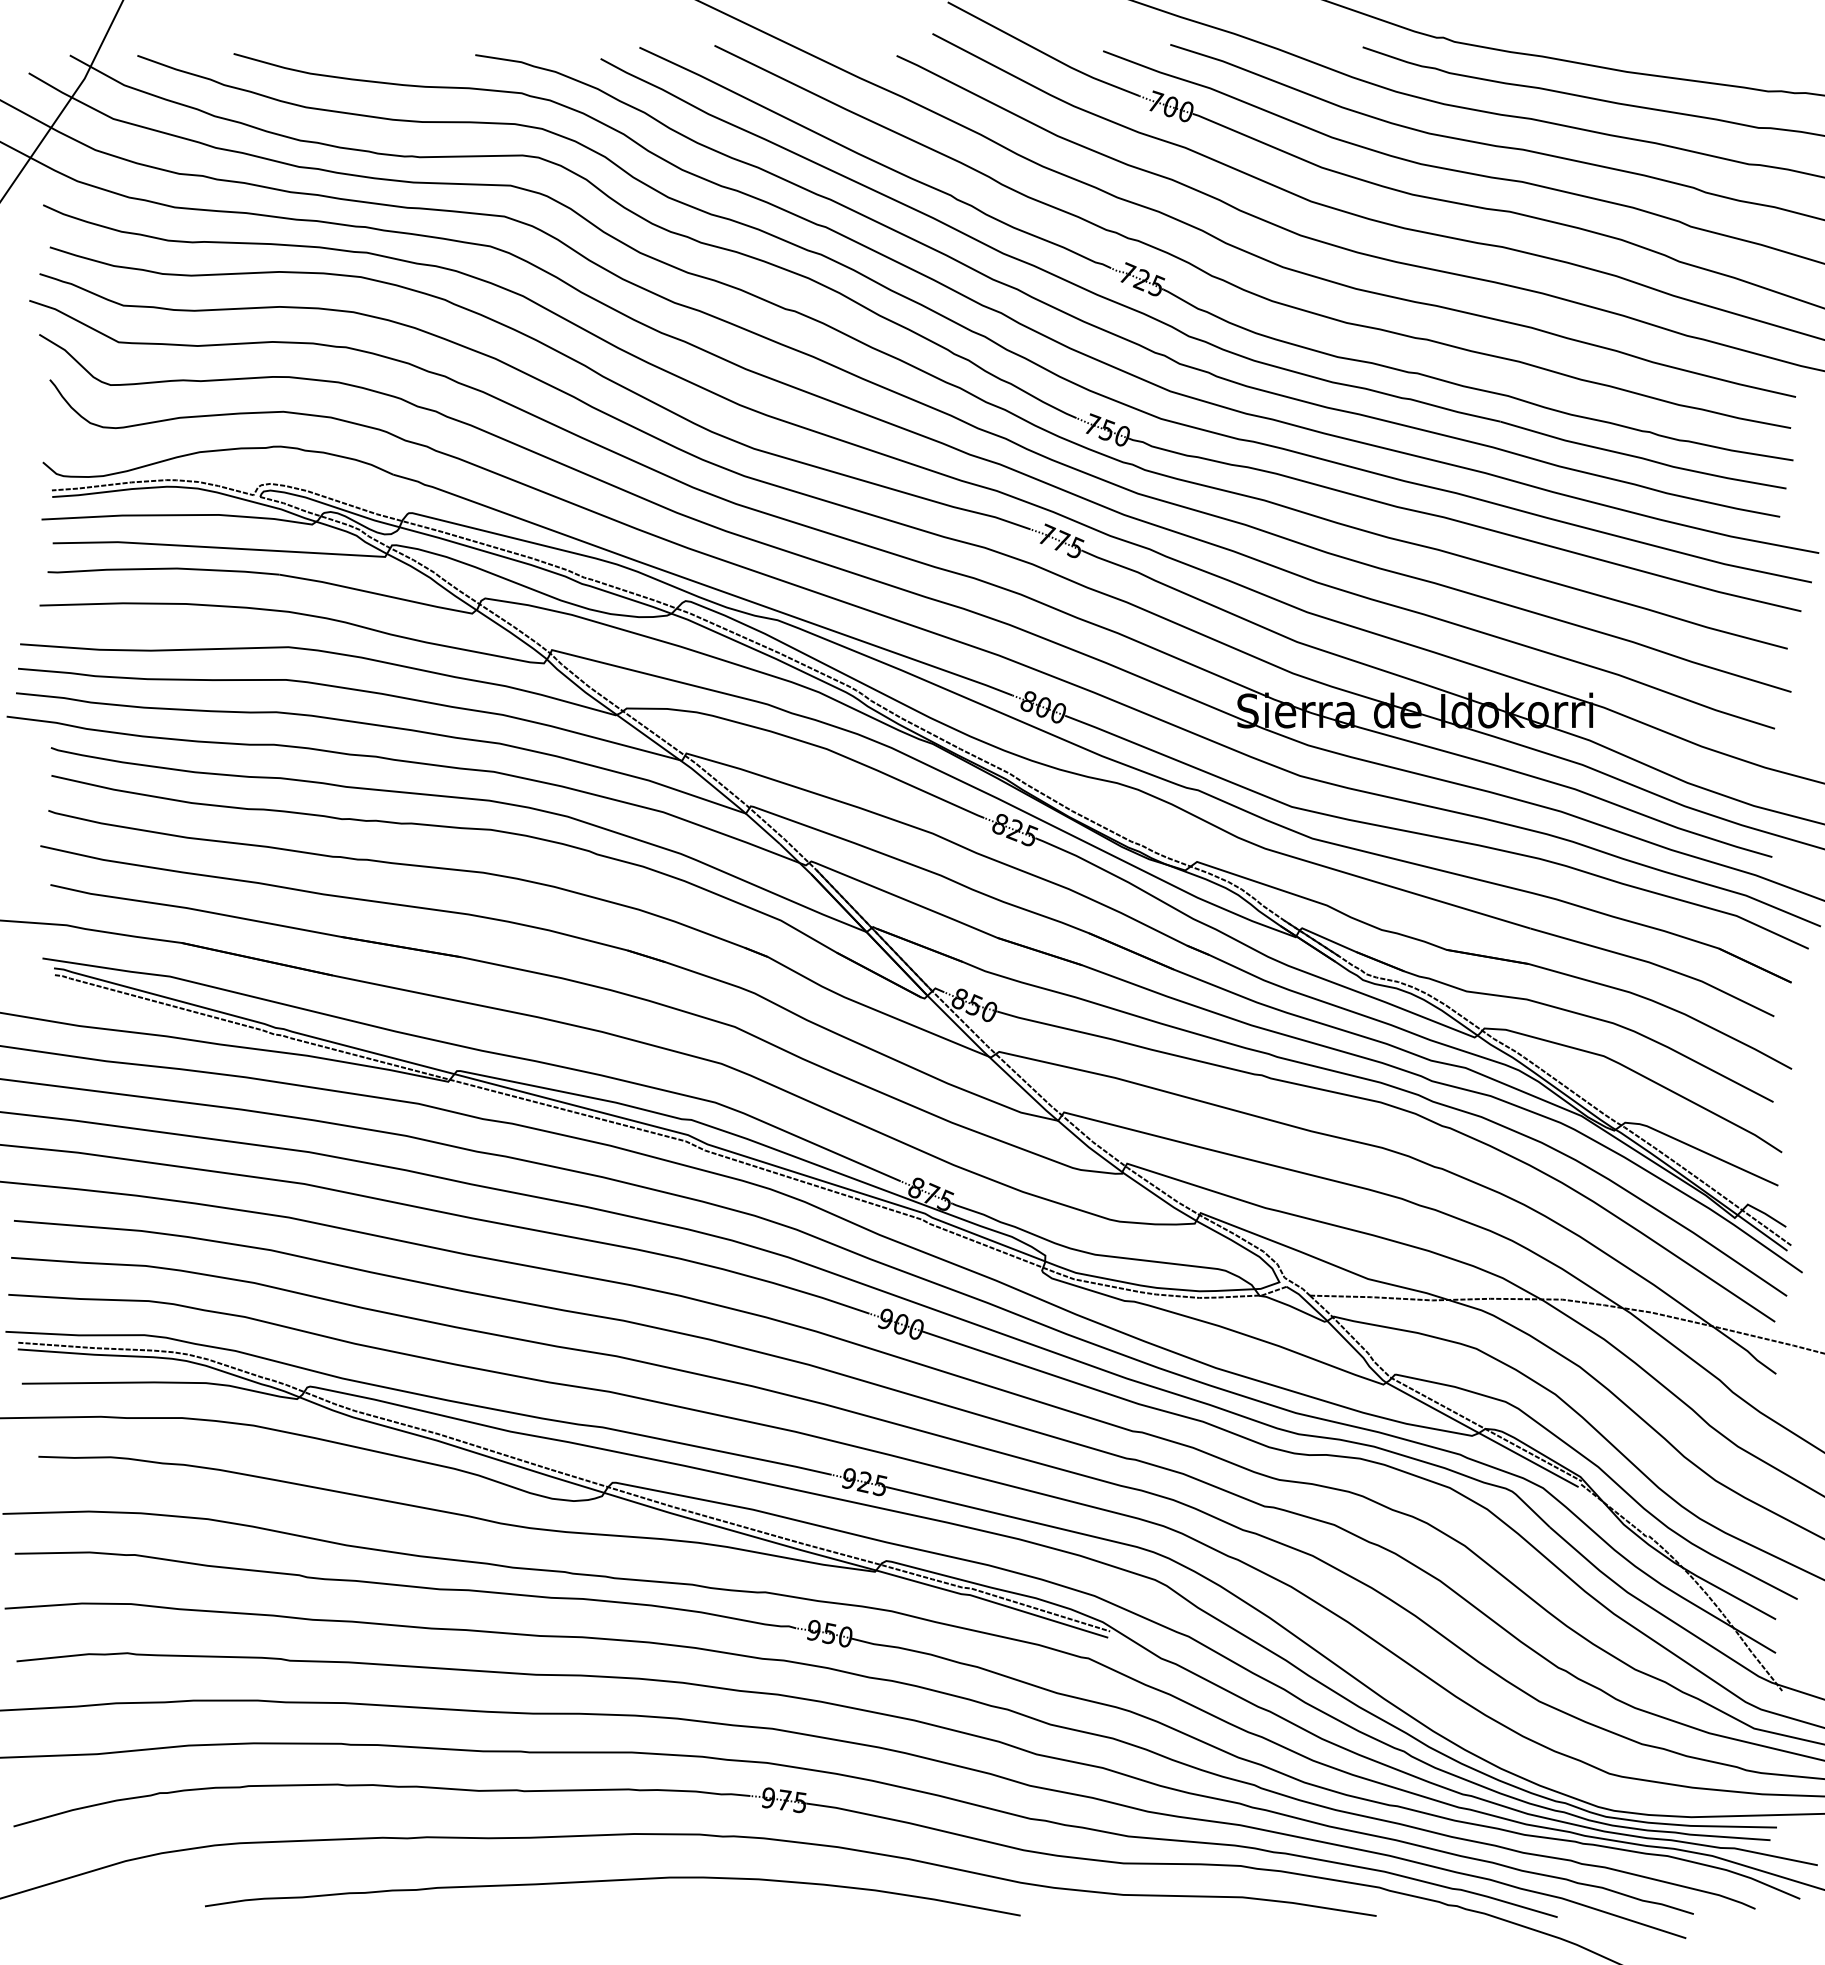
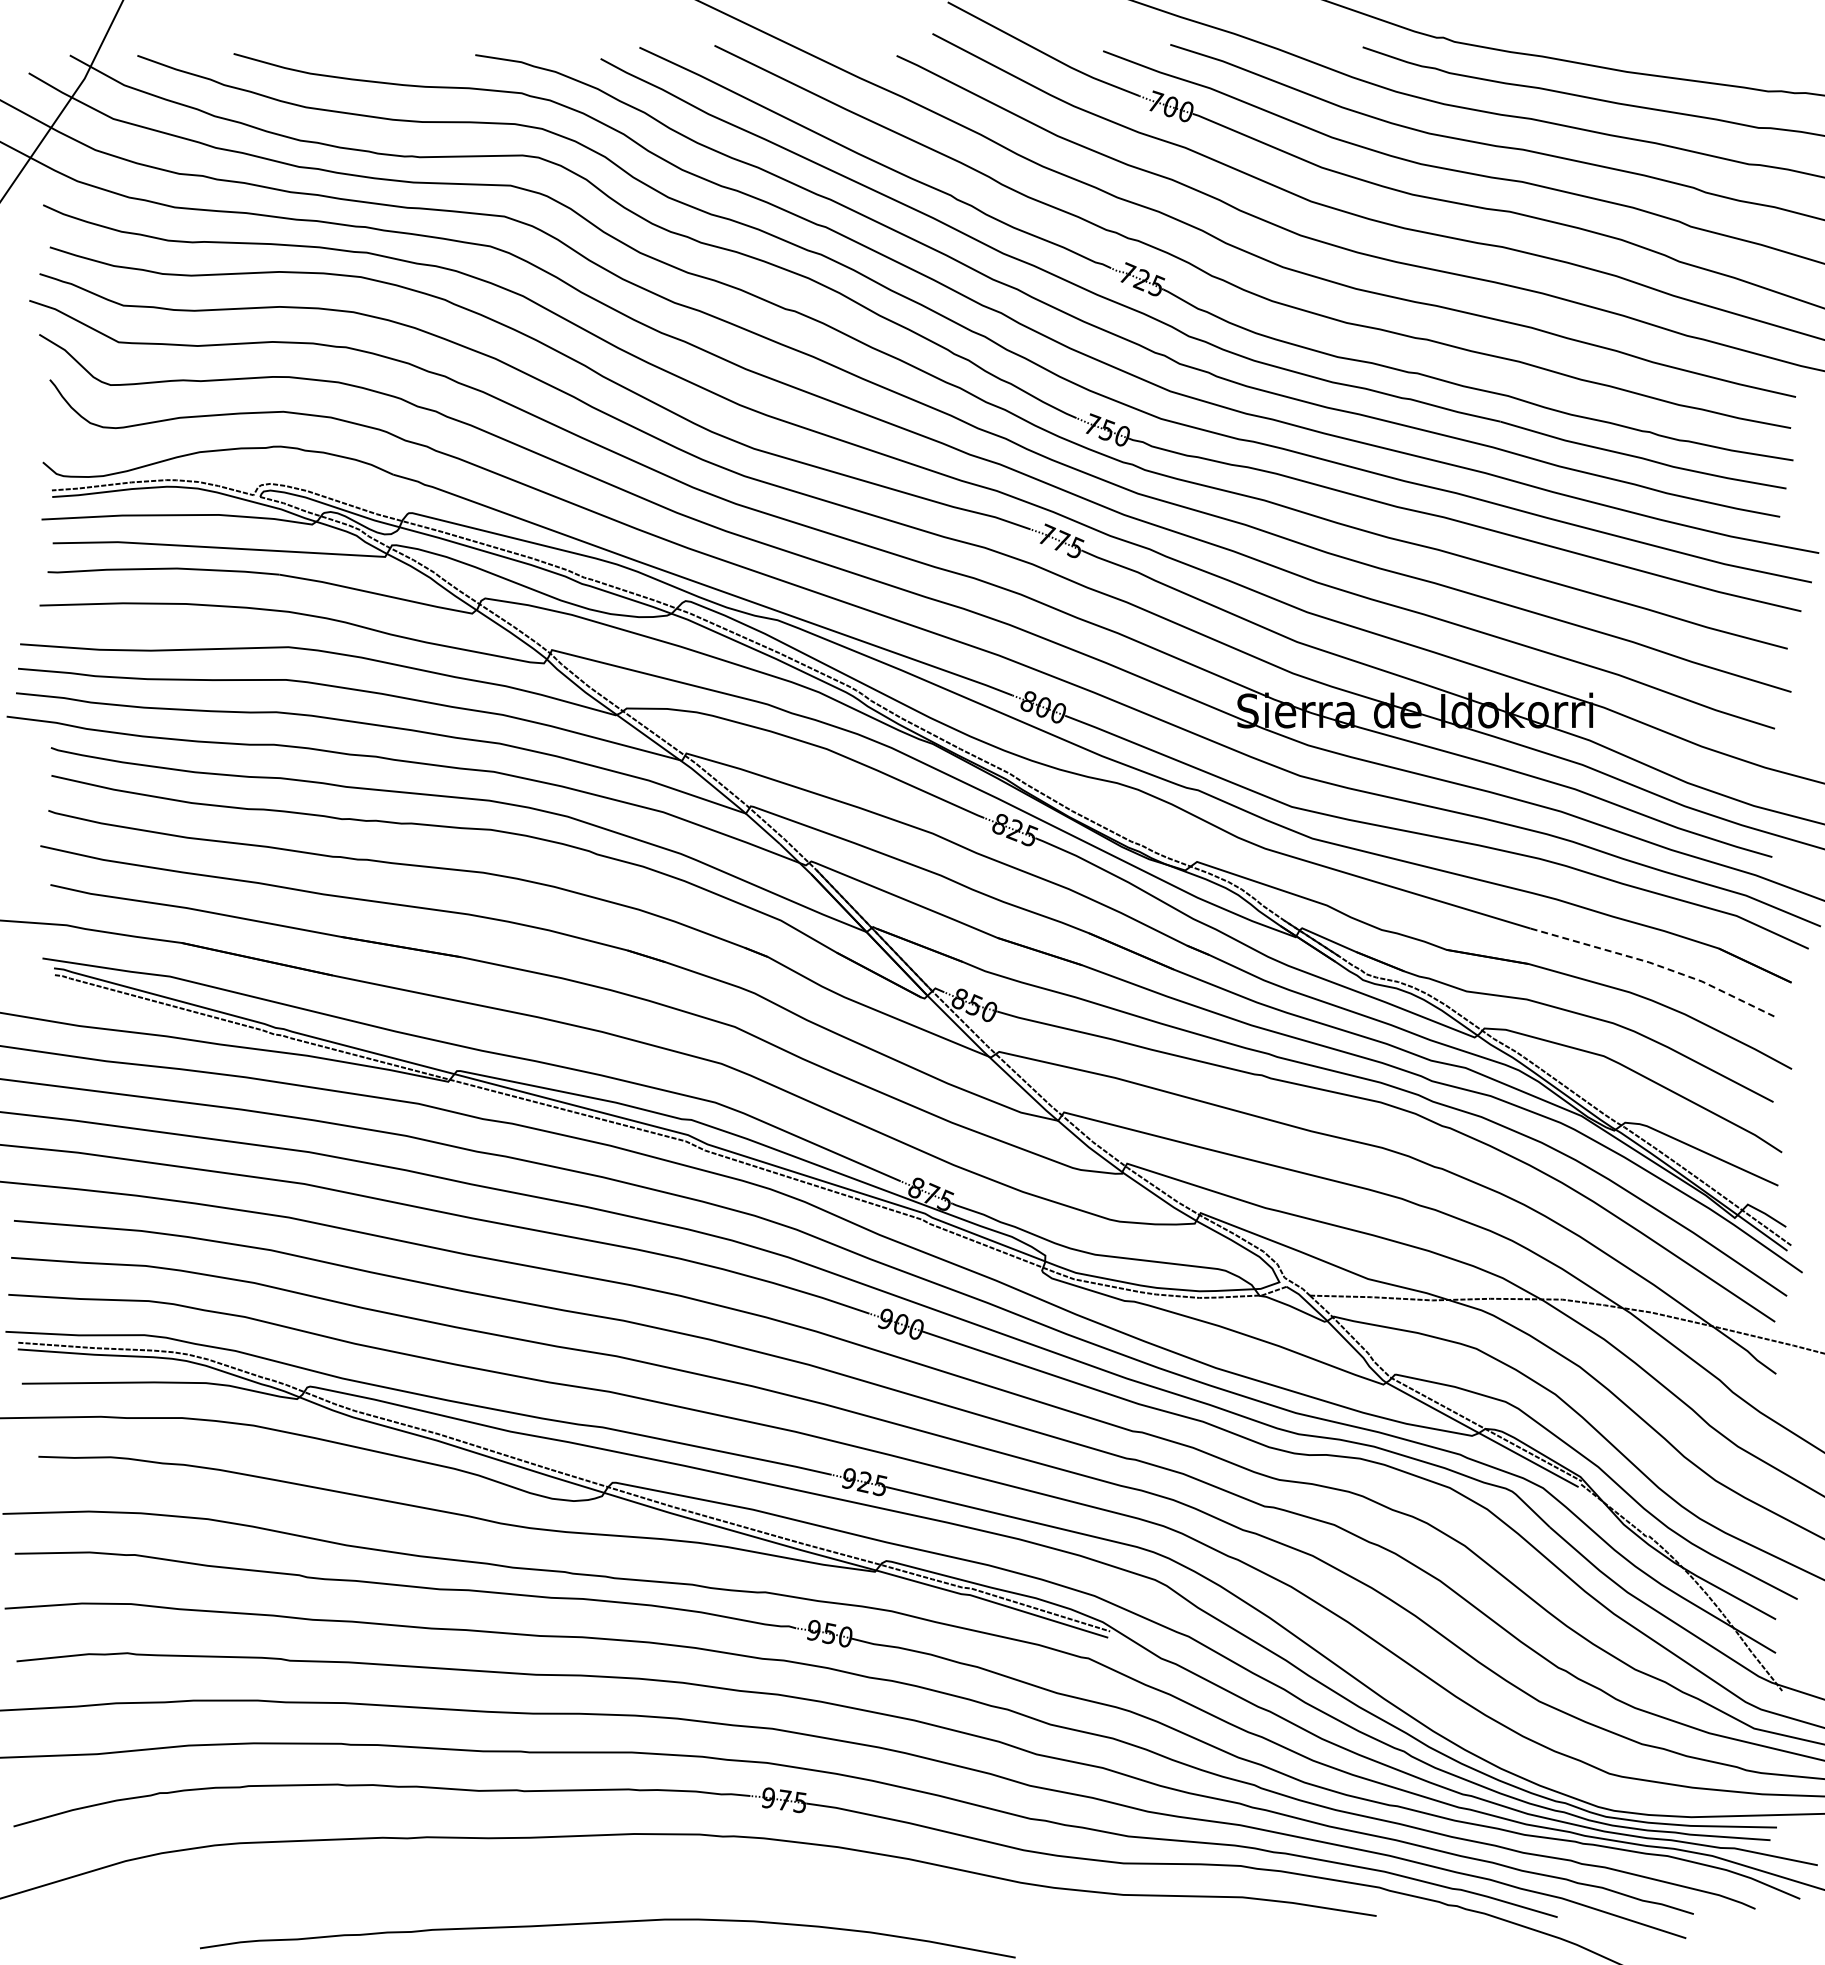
line at (1655, 964): solid -> dashed
curve at (612, 1881) position: (612, 1881) -> (607, 1923)
